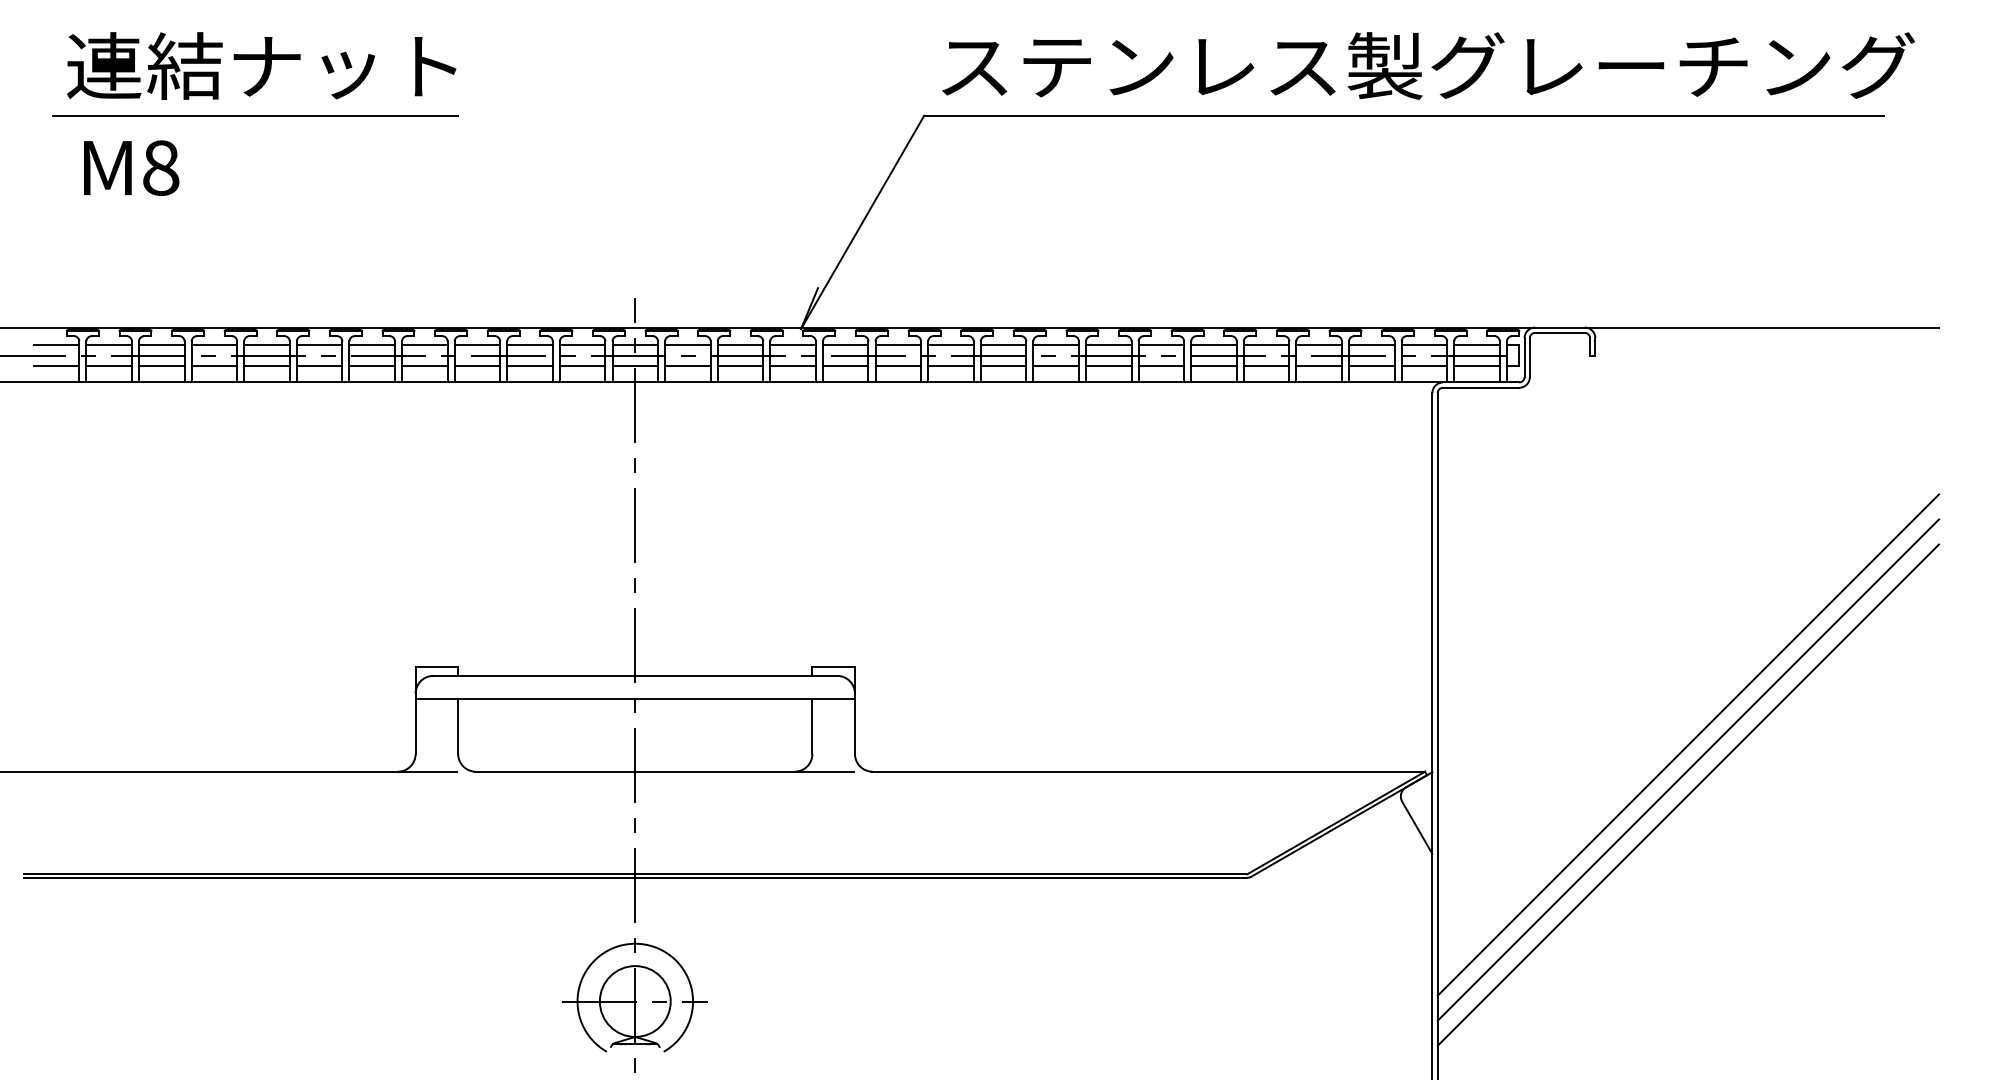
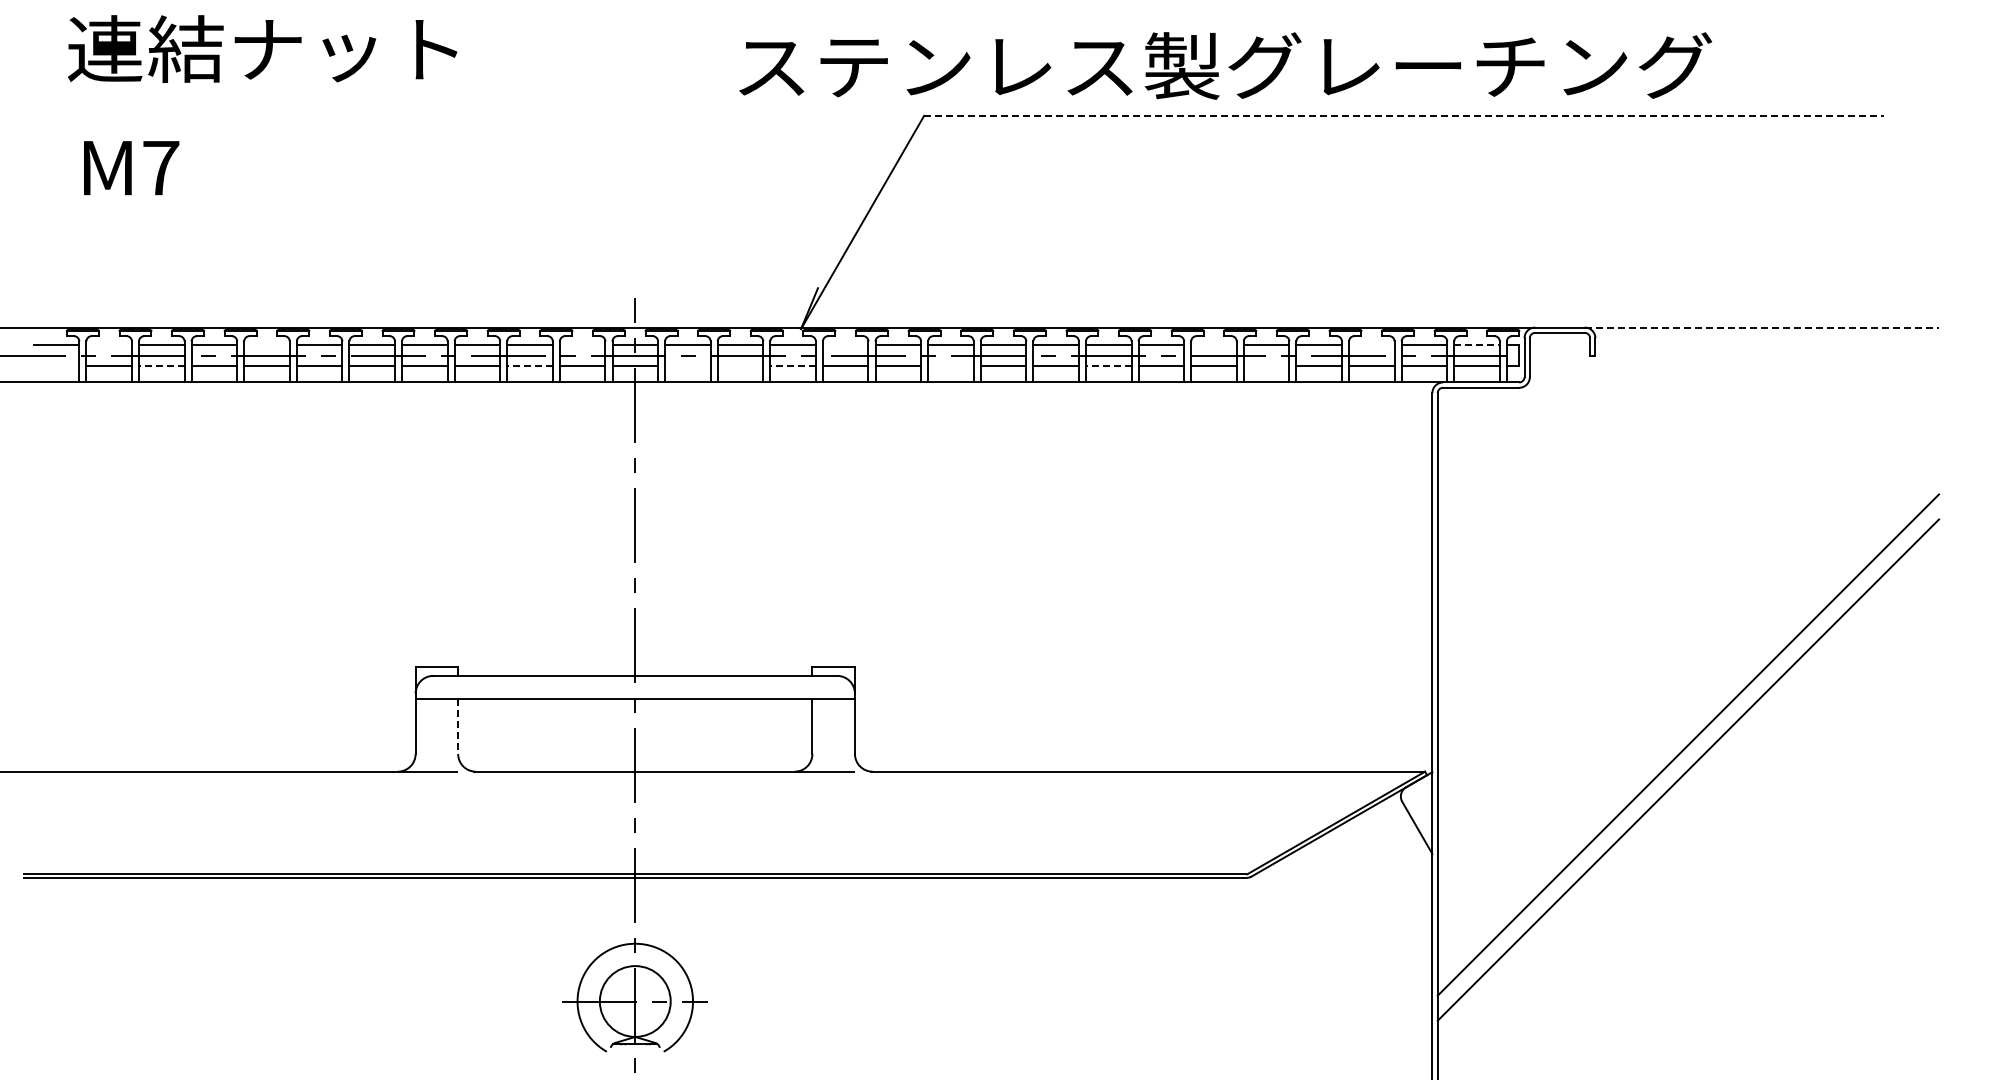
text at (261, 65) position: (261, 65) -> (262, 48)
text at (1428, 65) position: (1428, 65) -> (1225, 65)
line at (255, 115): present -> none
line at (1404, 115): solid -> dashed
text at (161, 167): M8 -> M7
line at (1762, 327): solid -> dashed
line at (108, 345): present -> none
line at (266, 345): present -> none
line at (582, 345): present -> none
line at (845, 345): present -> none
line at (1213, 345): present -> none
line at (1371, 345): present -> none
line at (1477, 345): solid -> dashed
line at (56, 366): present -> none
line at (161, 366): solid -> dashed
line at (530, 366): solid -> dashed
line at (687, 366): present -> none
line at (740, 366): present -> none
line at (793, 366): solid -> dashed
line at (950, 366): present -> none
line at (1108, 366): solid -> dashed
line at (1266, 366): present -> none
line at (458, 726): solid -> dashed
line at (1688, 794): present -> none
